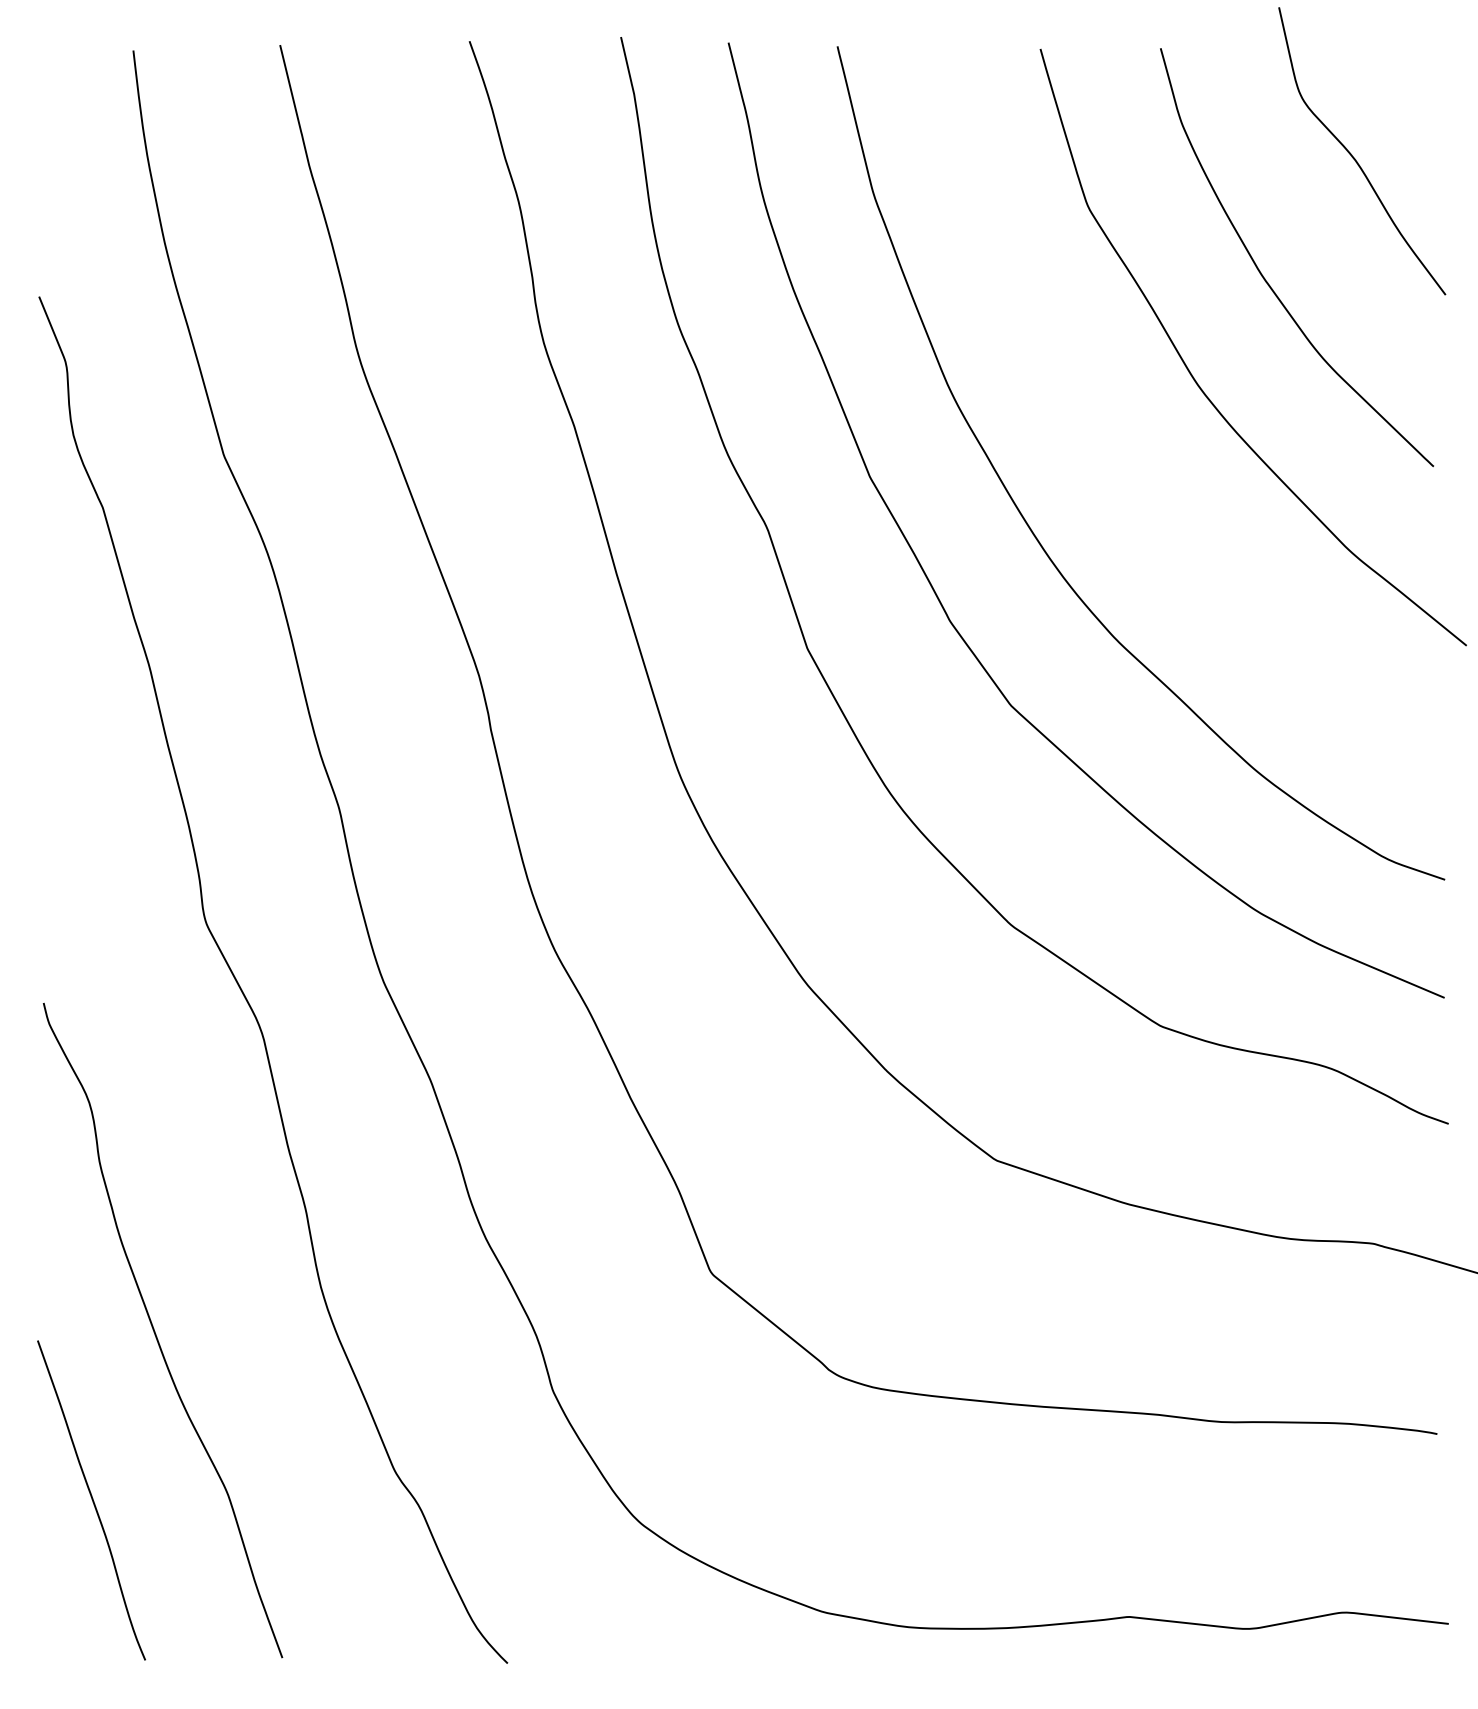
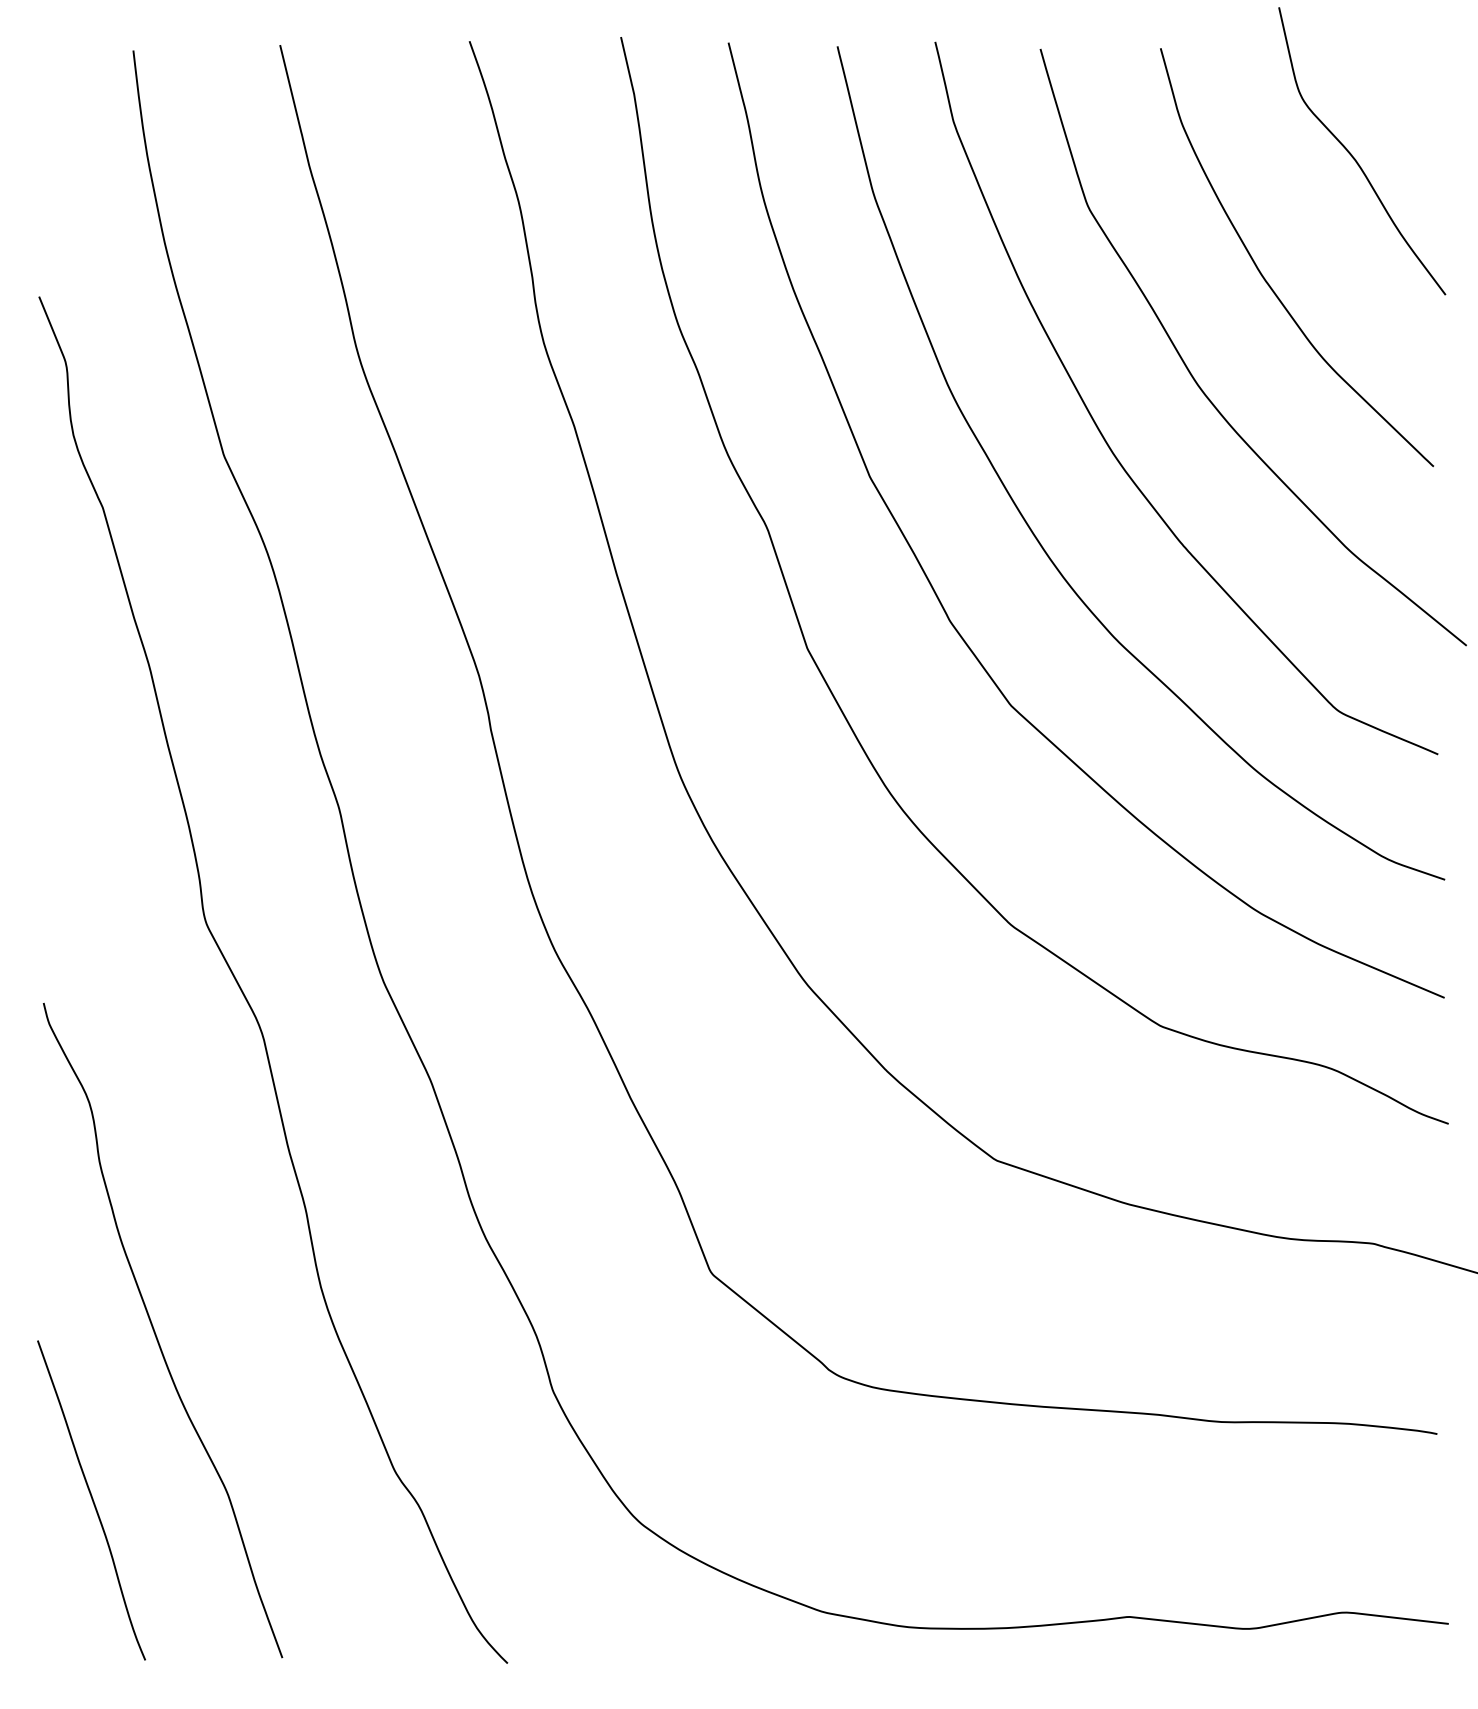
curve at (1108, 443): none -> present
